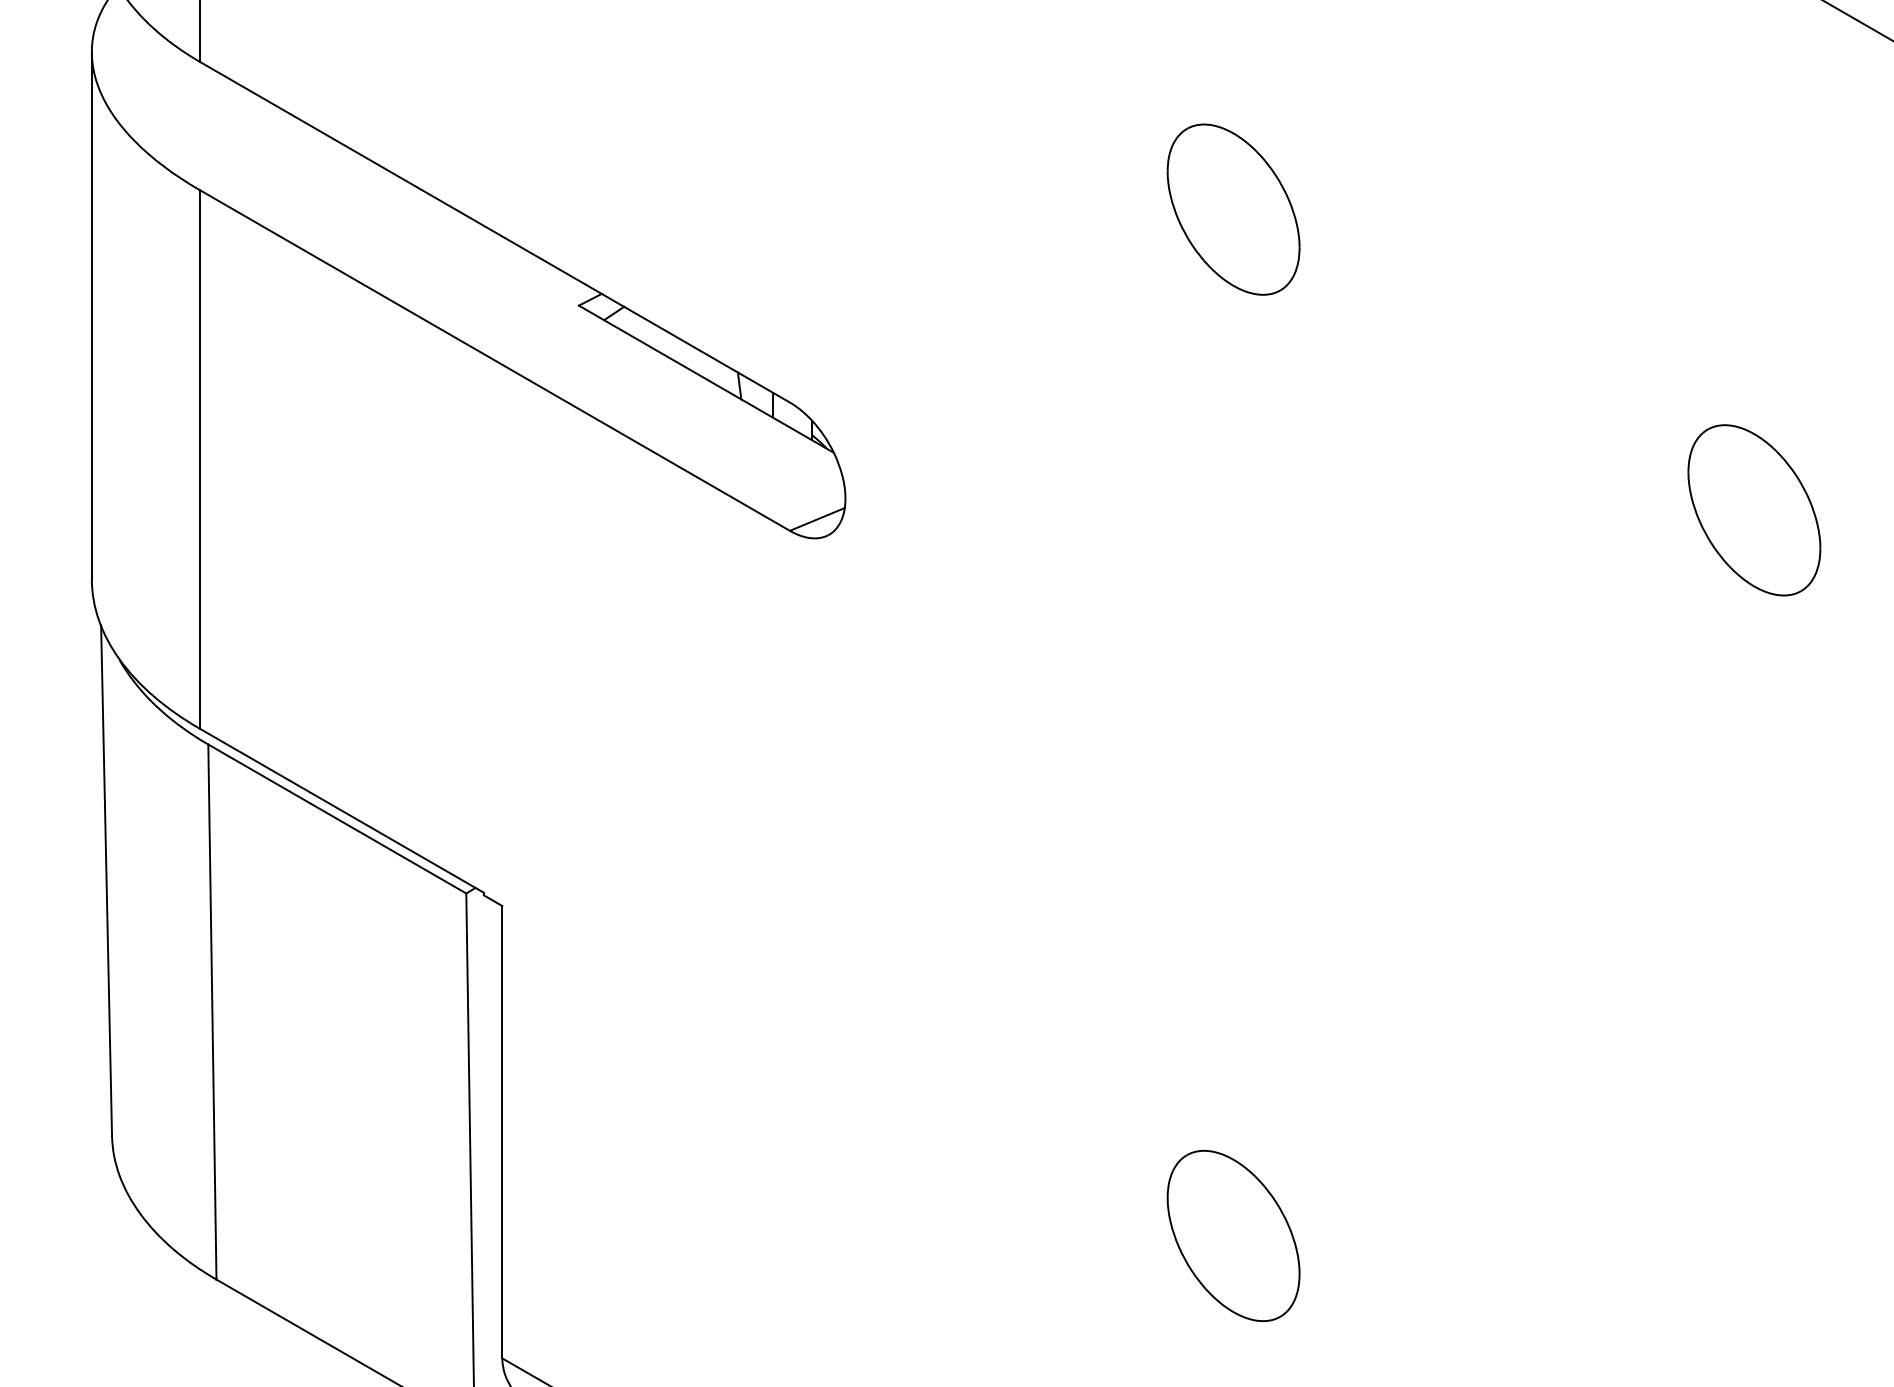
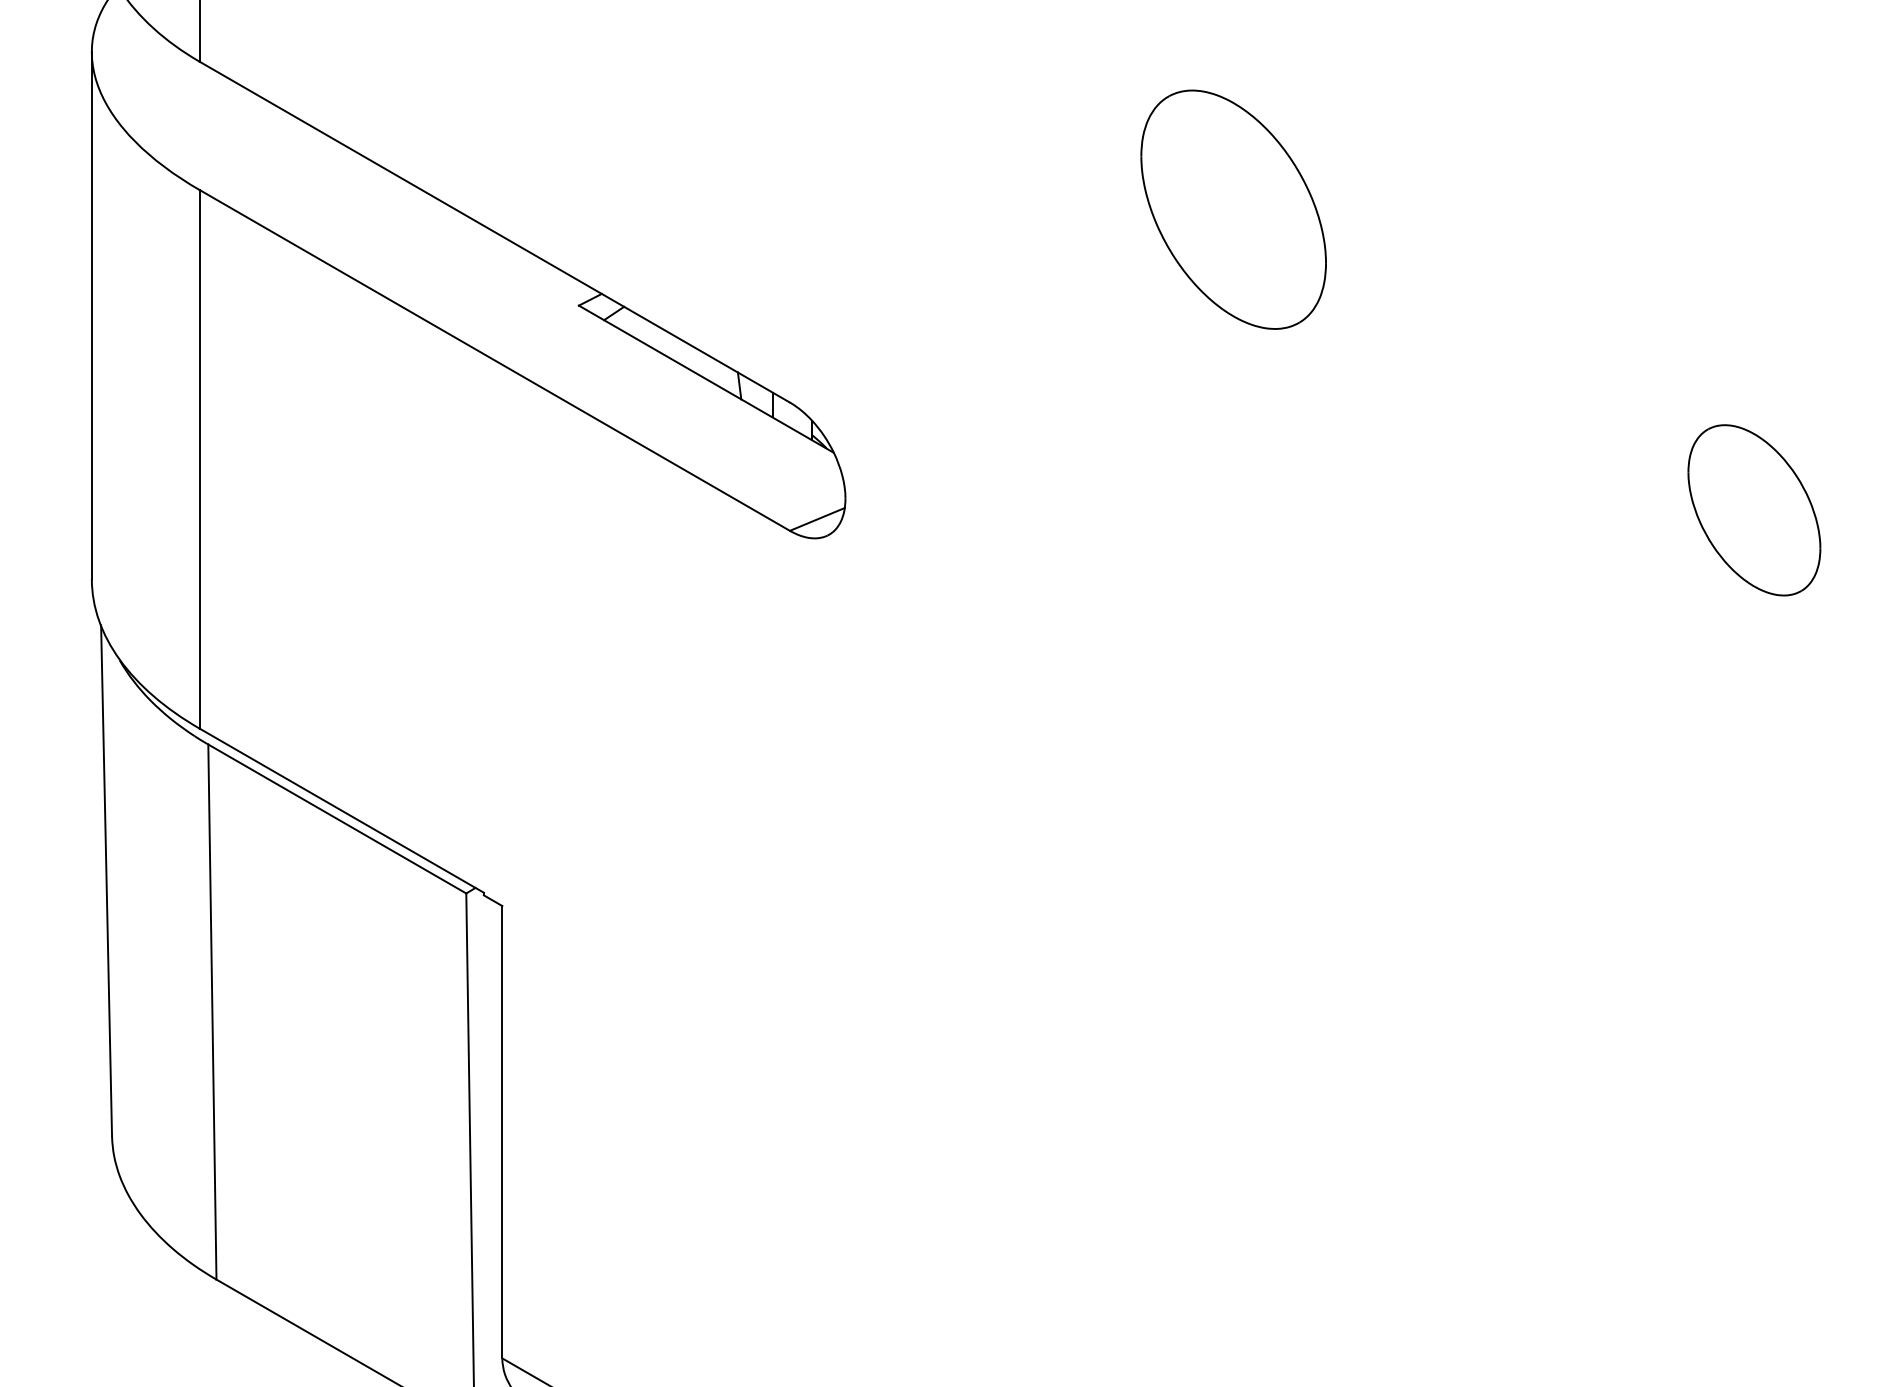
line at (1858, 20): present -> none
part at (1233, 209) size: 135x173 px -> 187x241 px
part at (1233, 1235): present -> none
